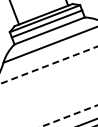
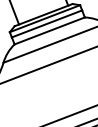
line at (49, 65): dashed -> solid
line at (70, 115): dashed -> solid
